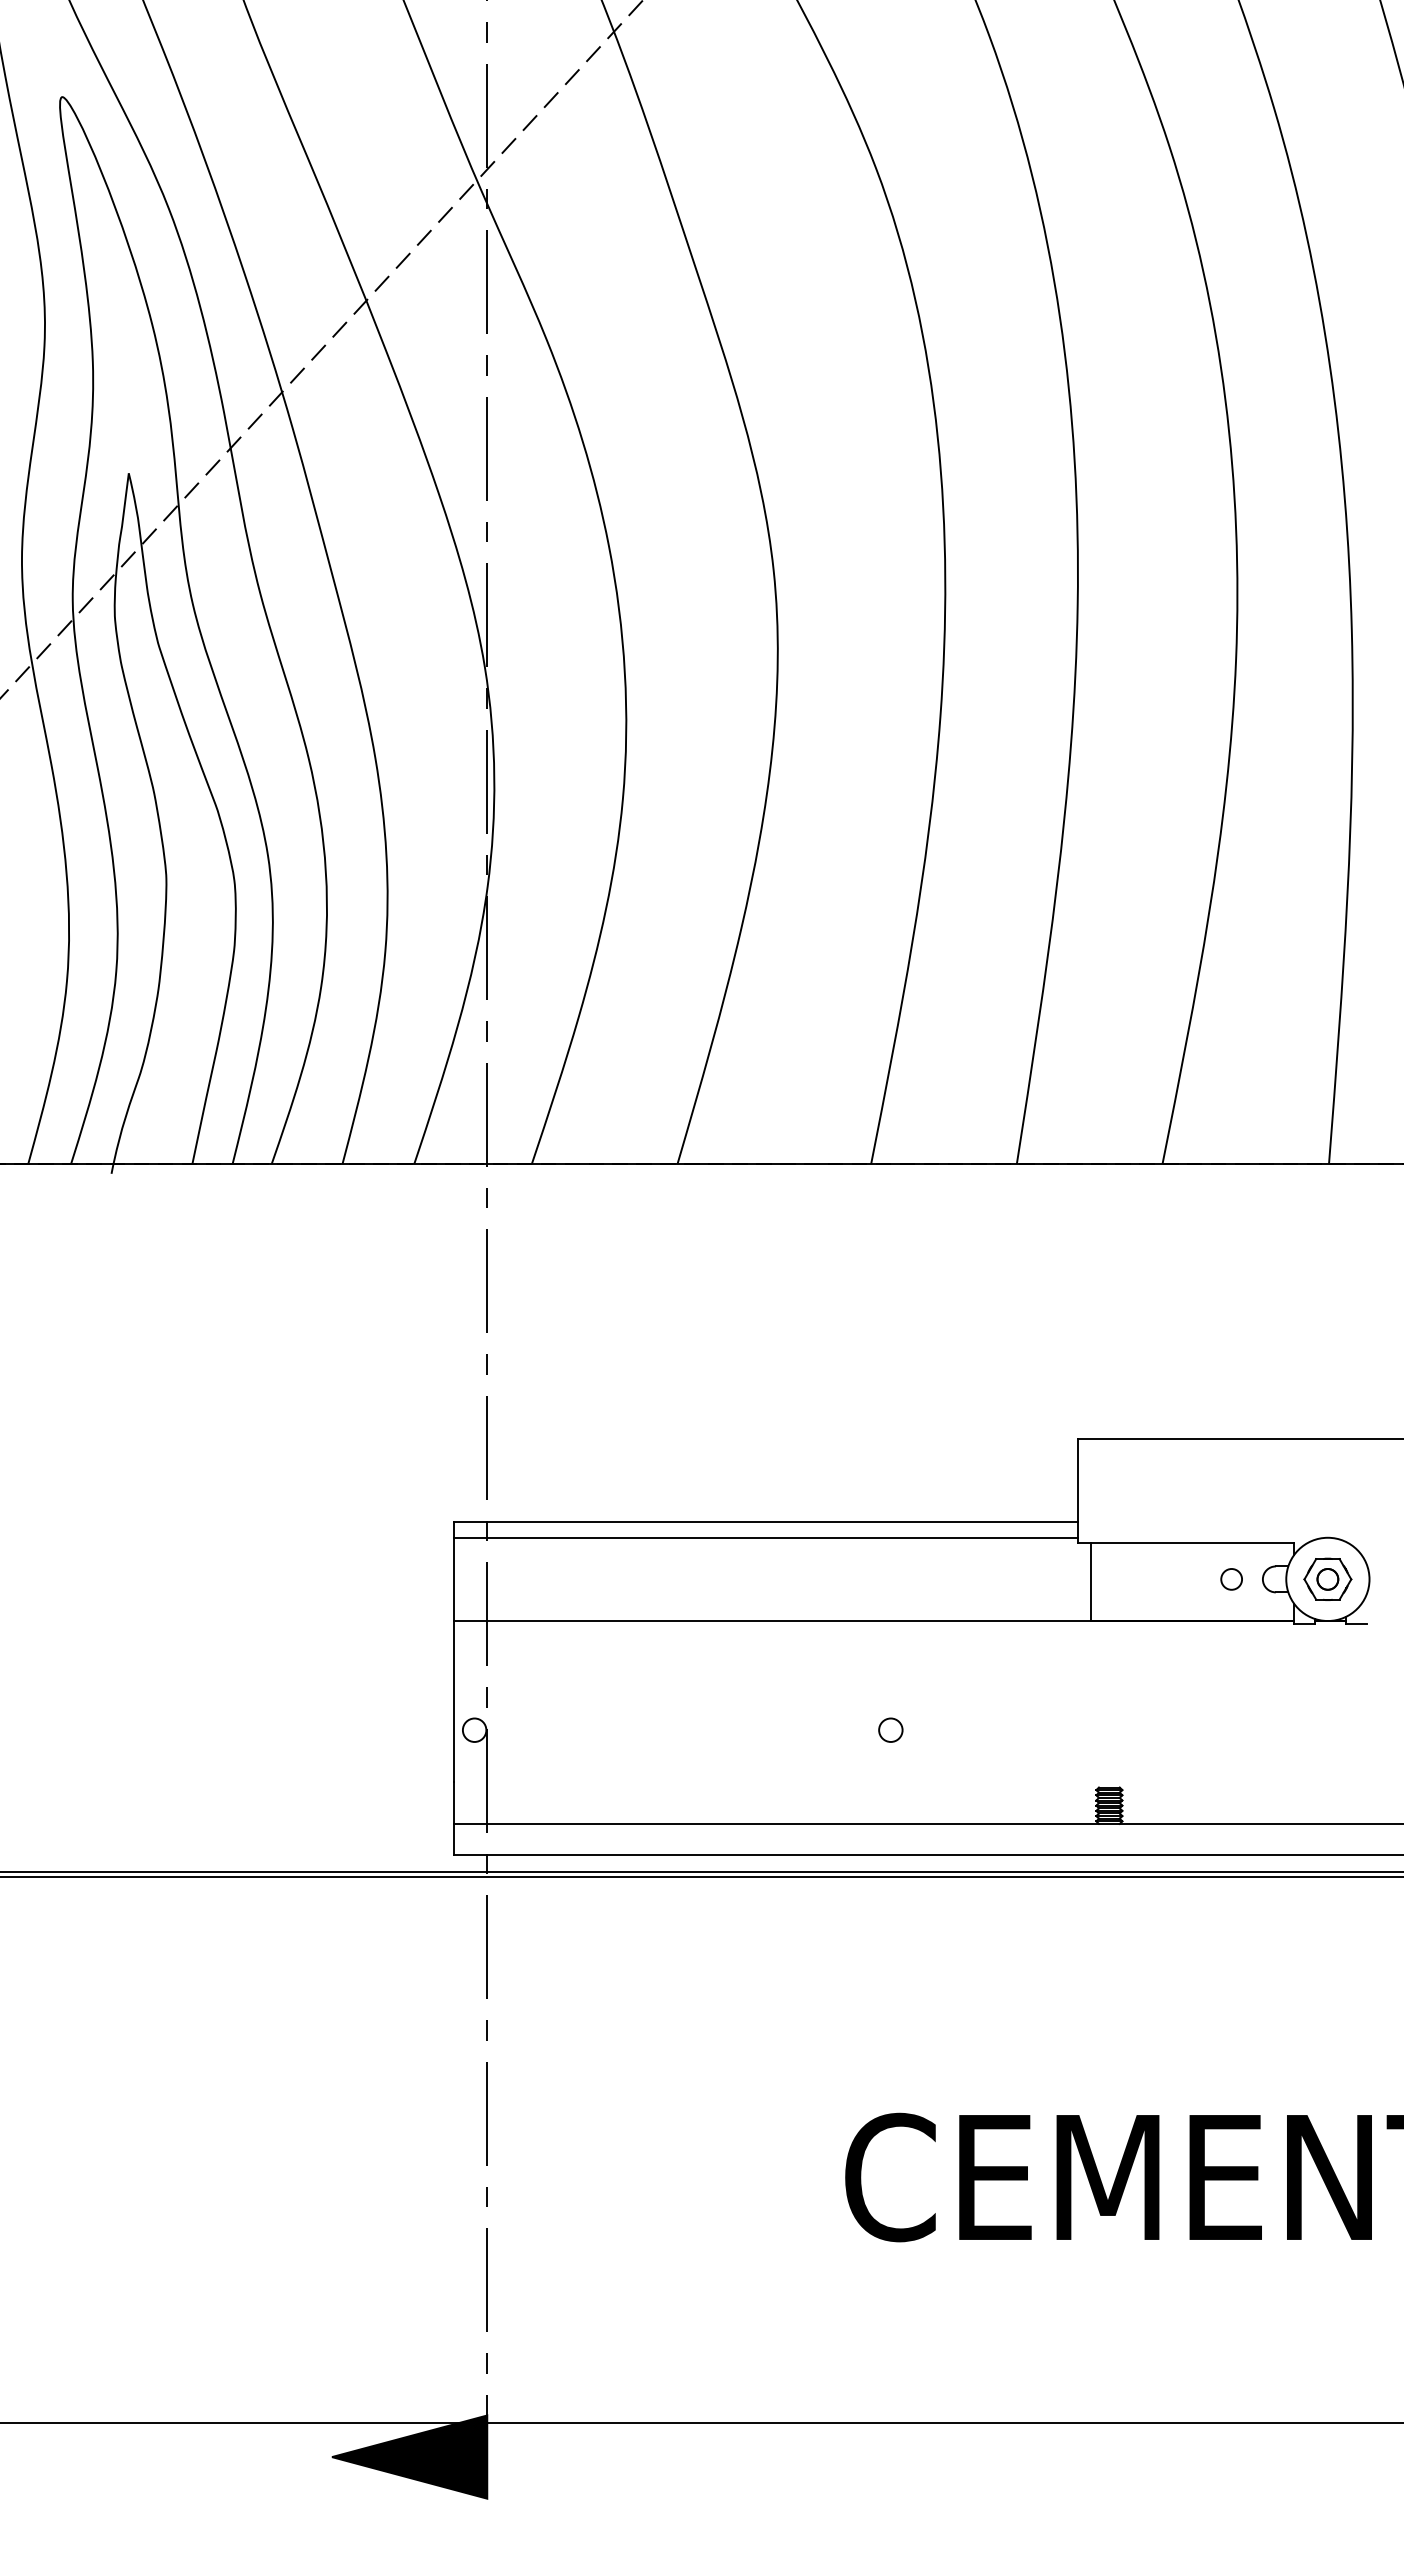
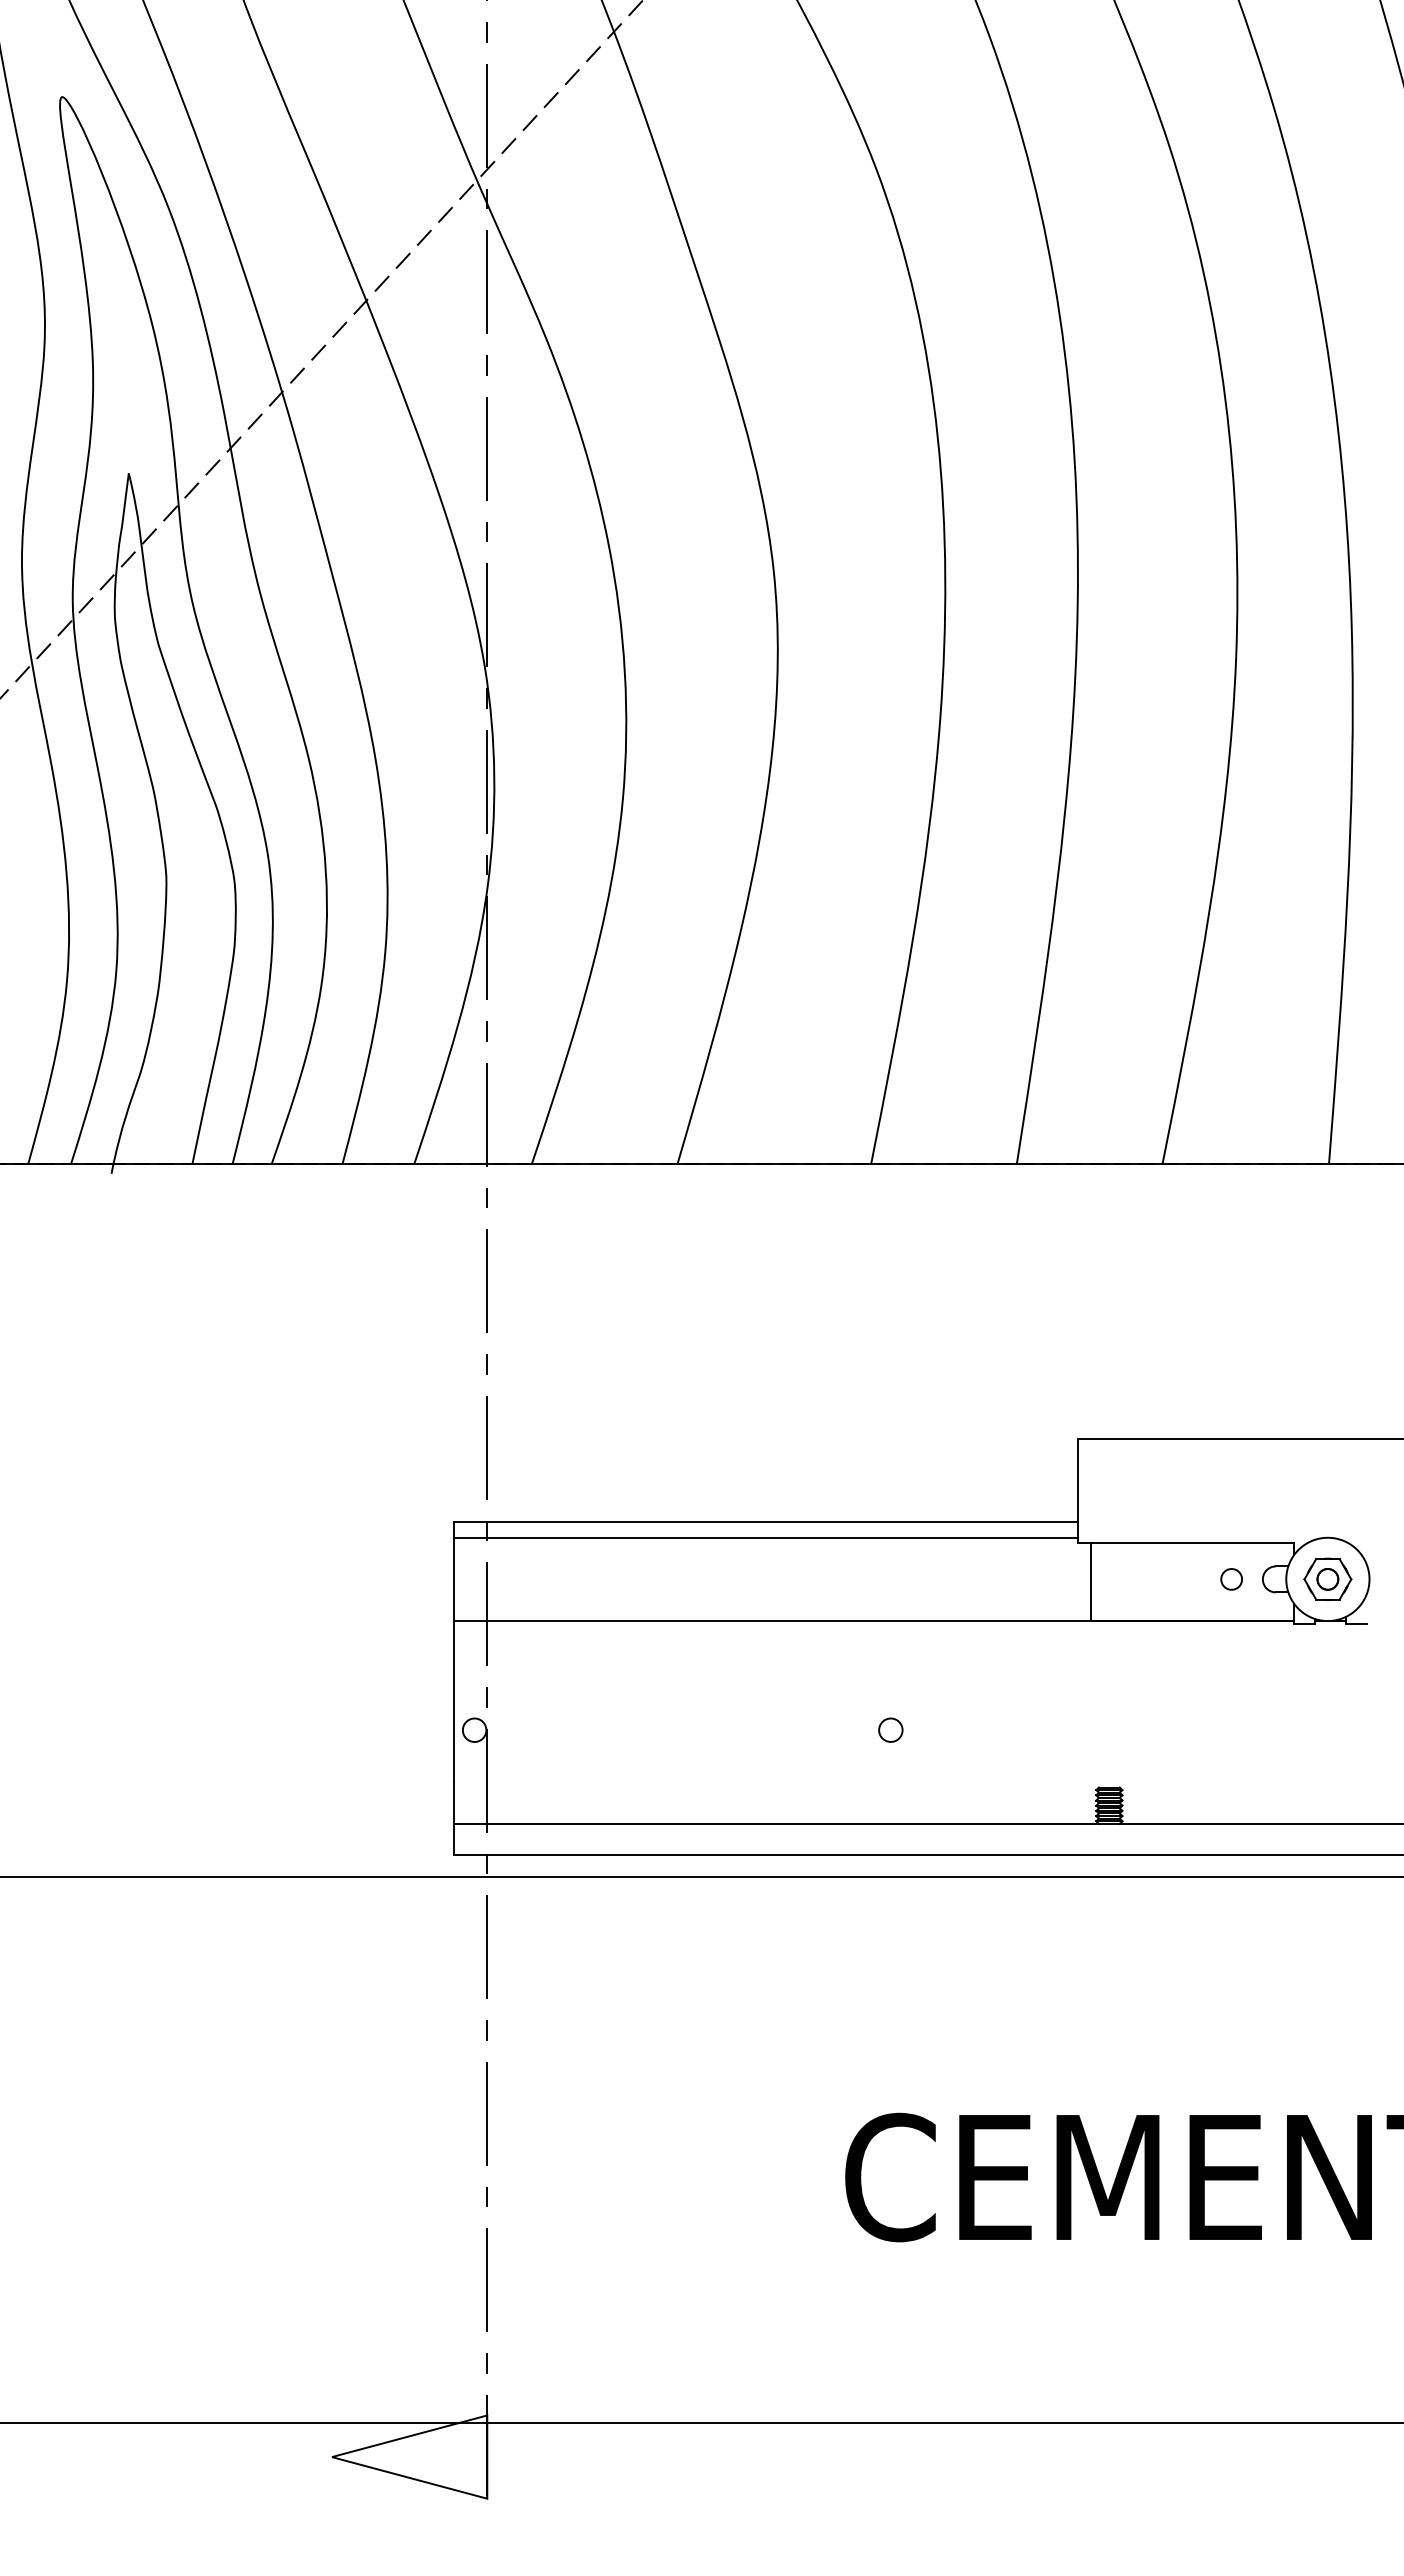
line at (701, 1871): present -> none
fill at (409, 2456): present -> none
